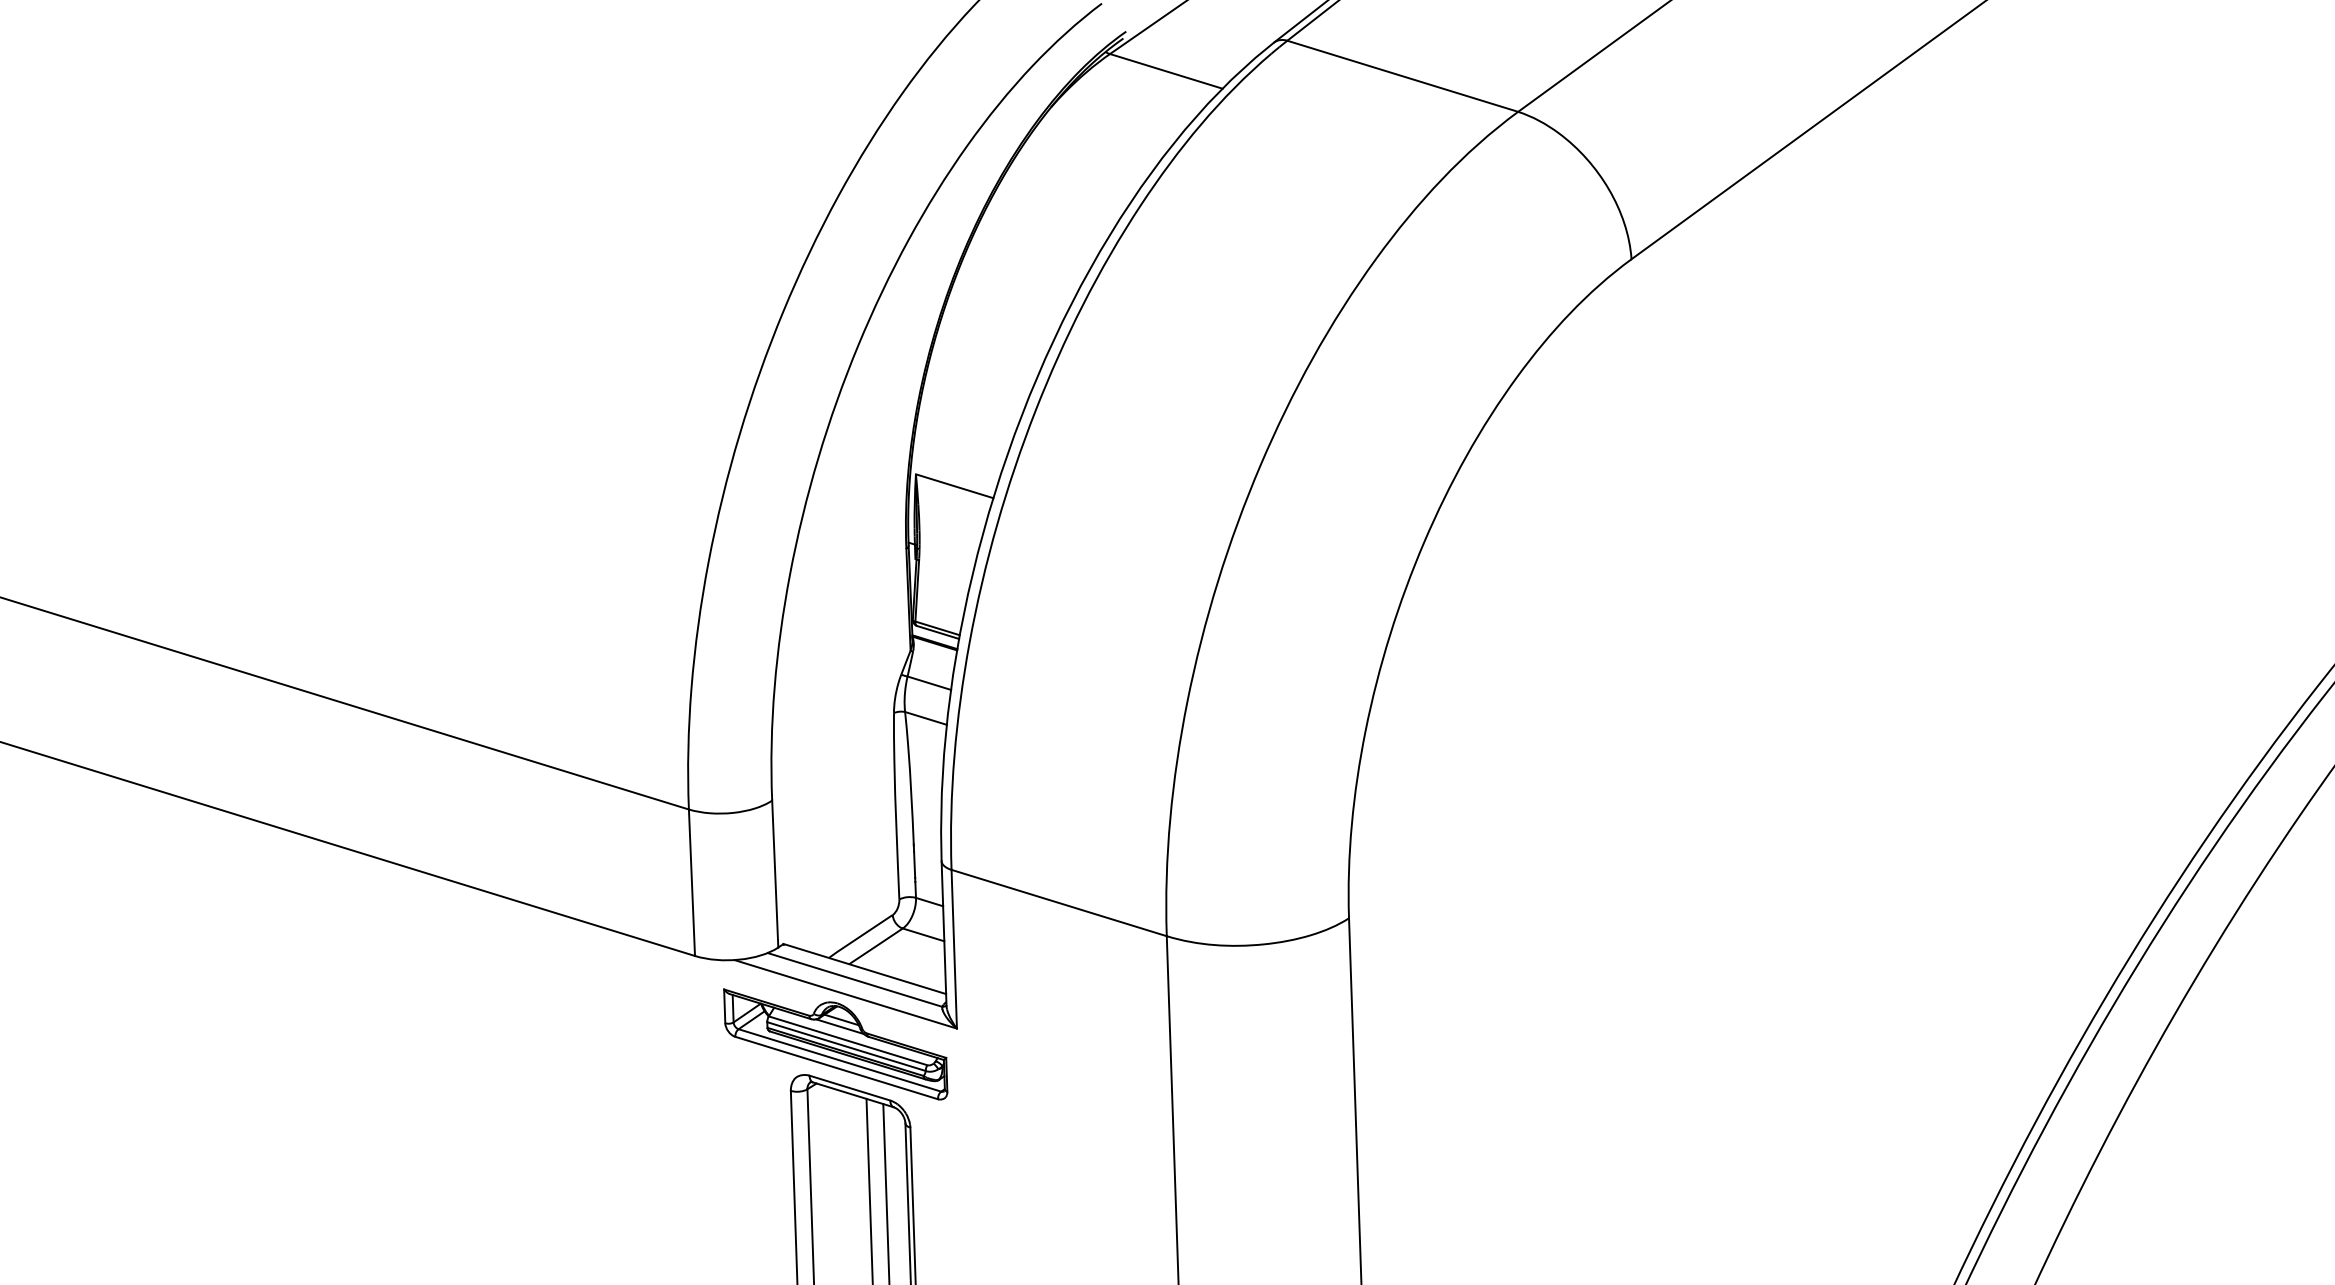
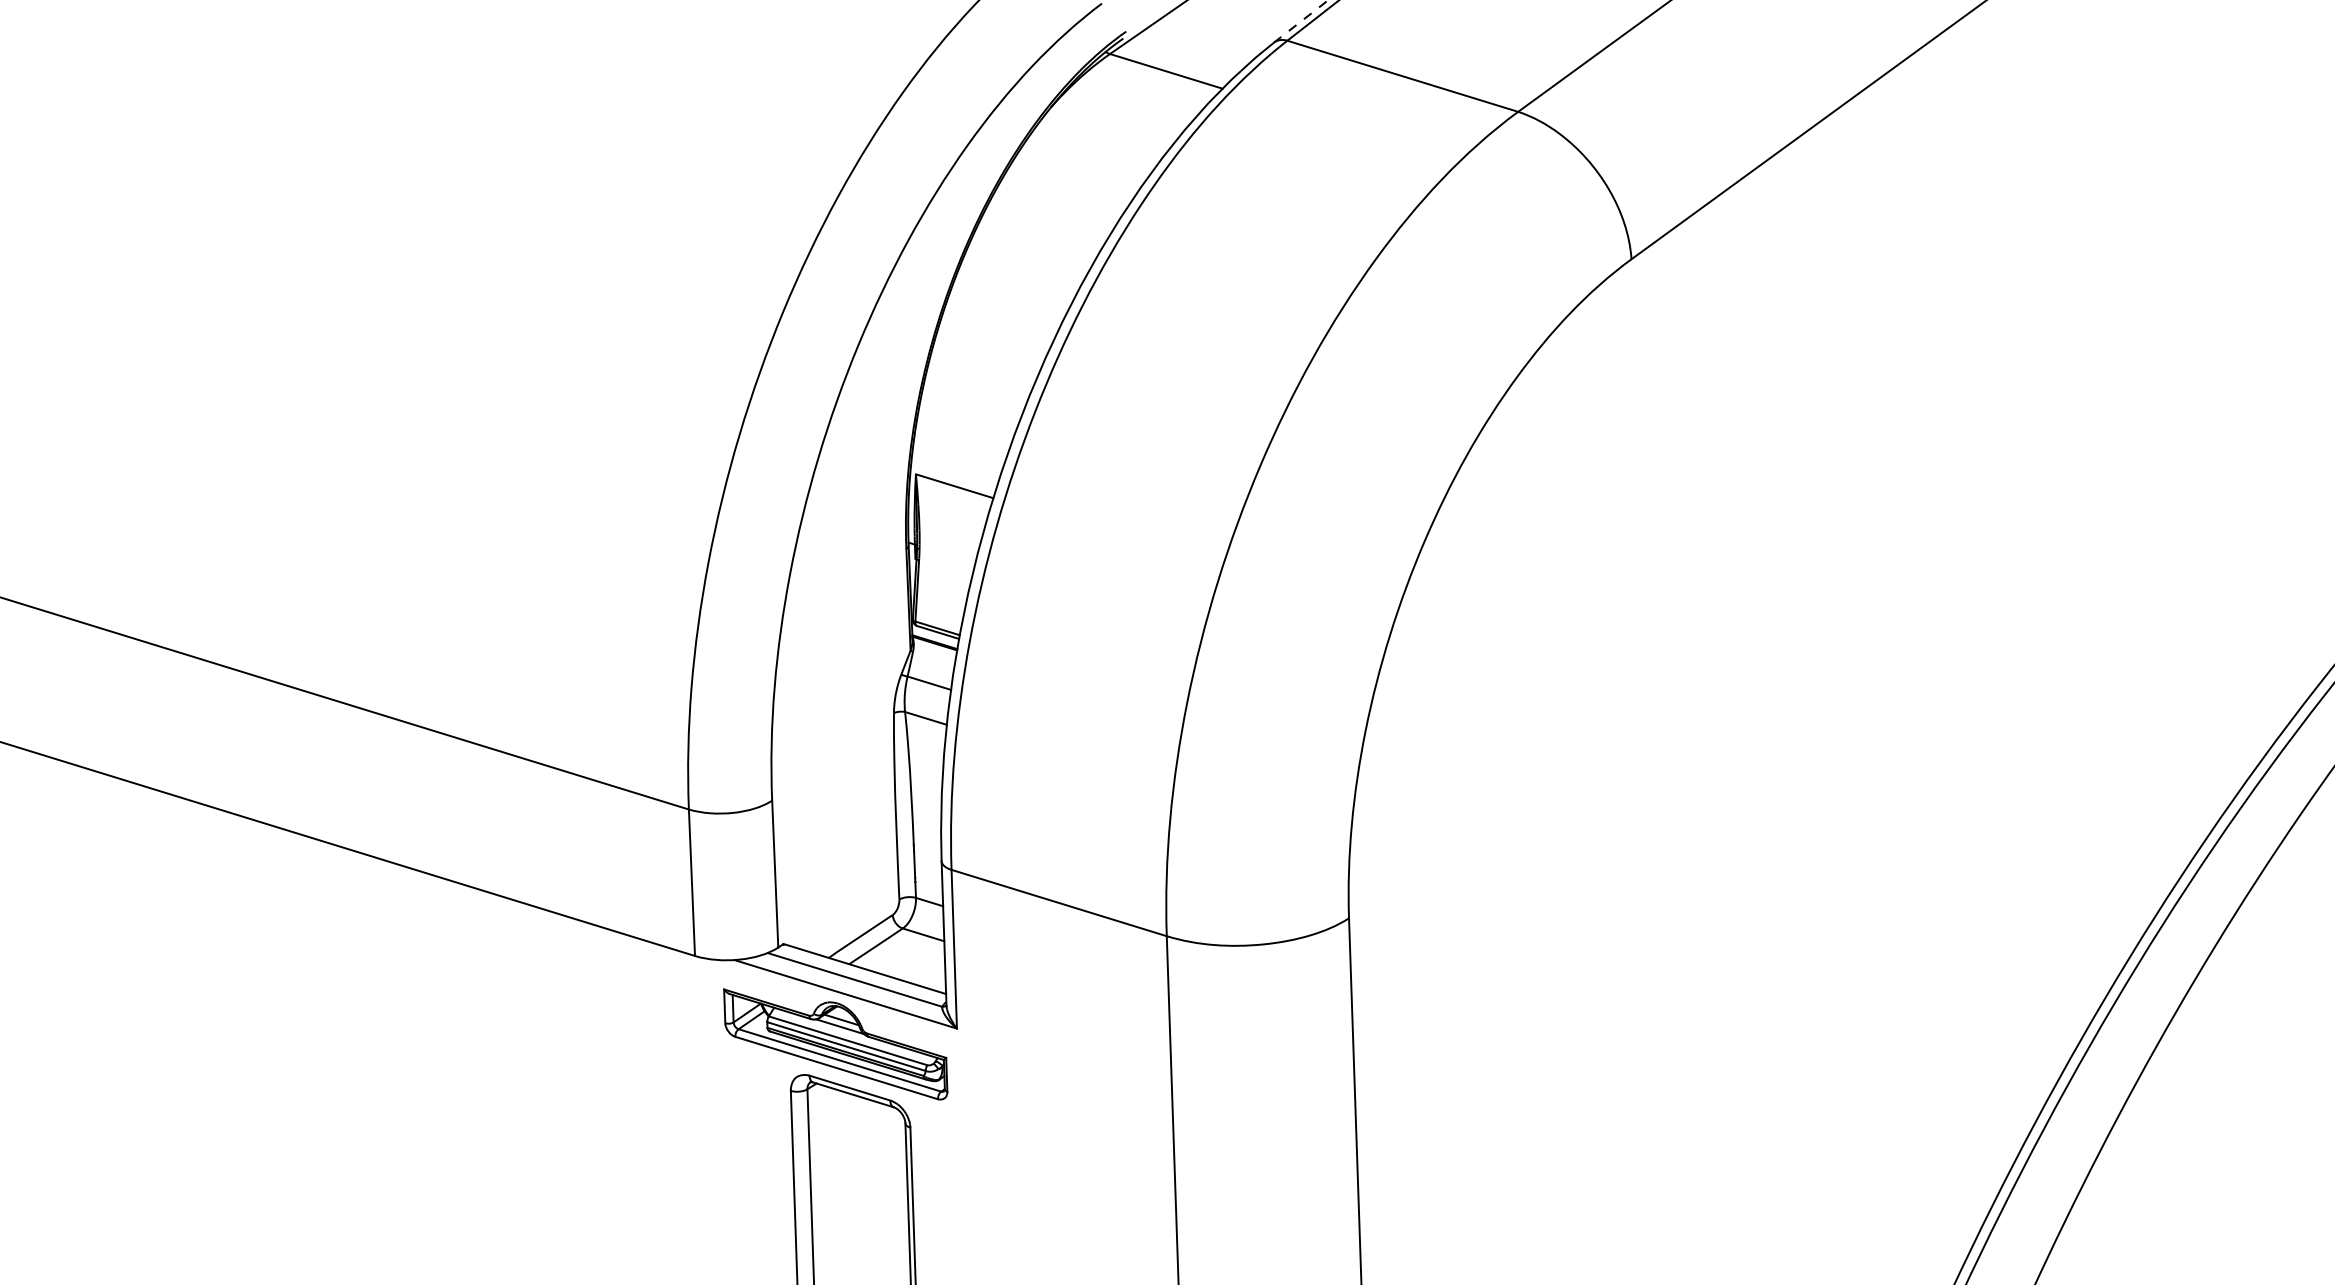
line at (1300, 21): solid -> dashed
line at (869, 1189): present -> none
line at (886, 1192): present -> none
